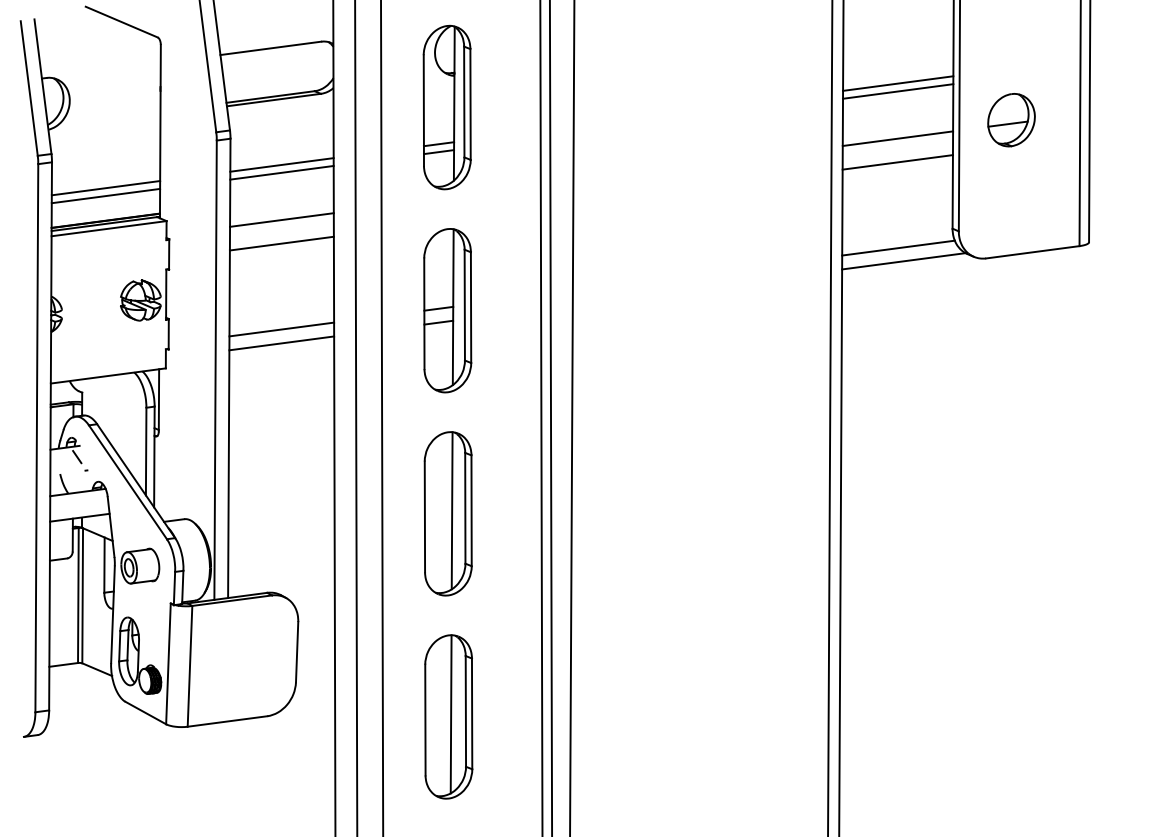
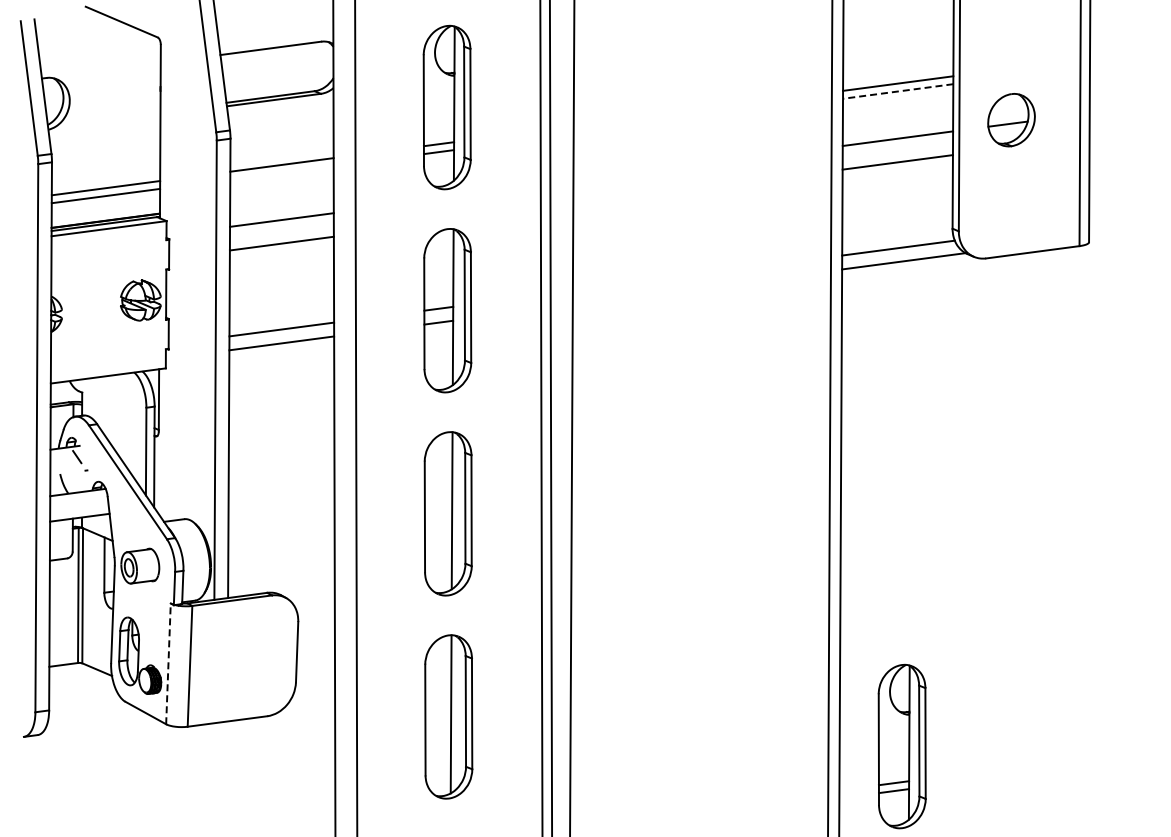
line at (898, 91): solid -> dashed
line at (281, 172): present -> none
line at (382, 417): present -> none
line at (168, 663): solid -> dashed
part at (901, 746): none -> present
